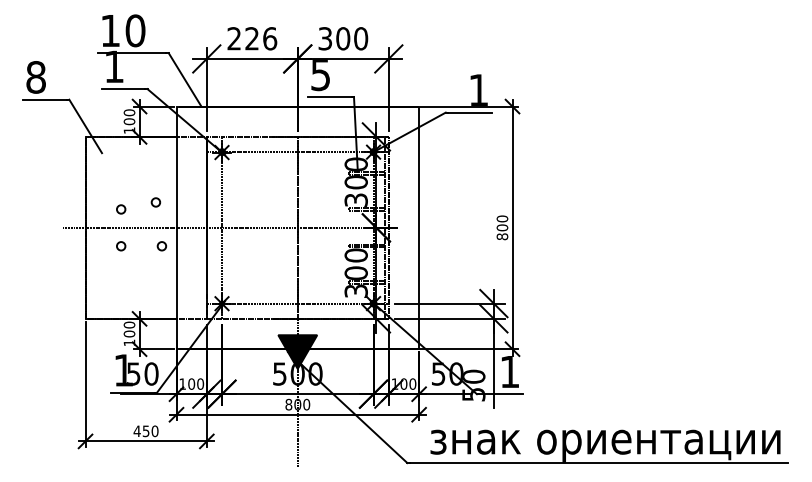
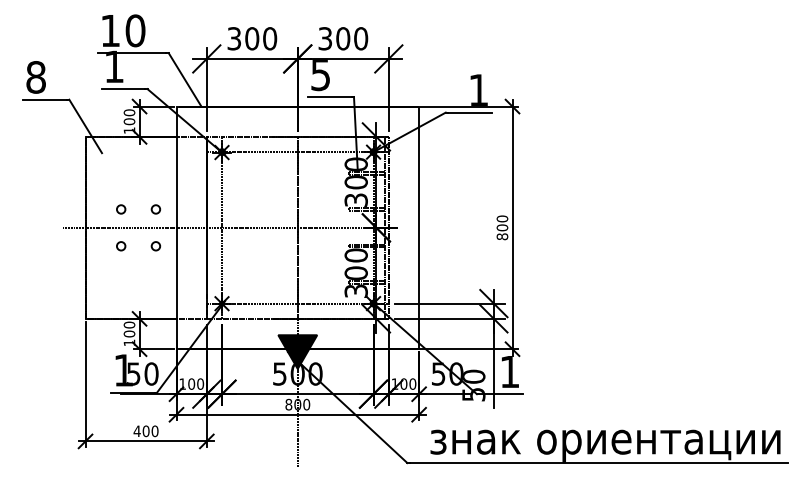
text at (252, 38): 226 -> 300
circle at (155, 202) position: (155, 202) -> (155, 209)
circle at (161, 246) position: (161, 246) -> (155, 246)
text at (145, 431): 450 -> 400
